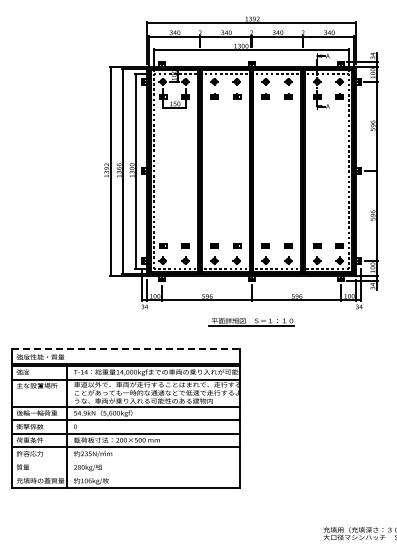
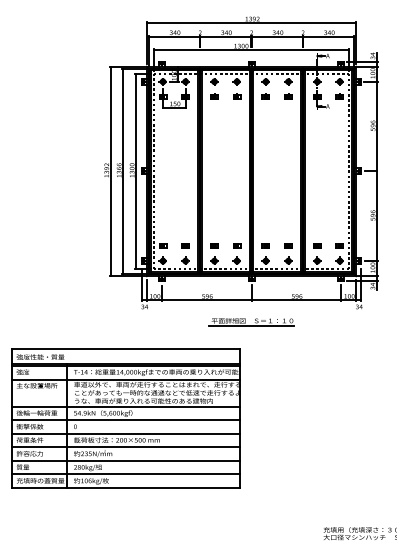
line at (126, 349): dashed -> solid
line at (125, 460): none -> present
line at (125, 474): none -> present
